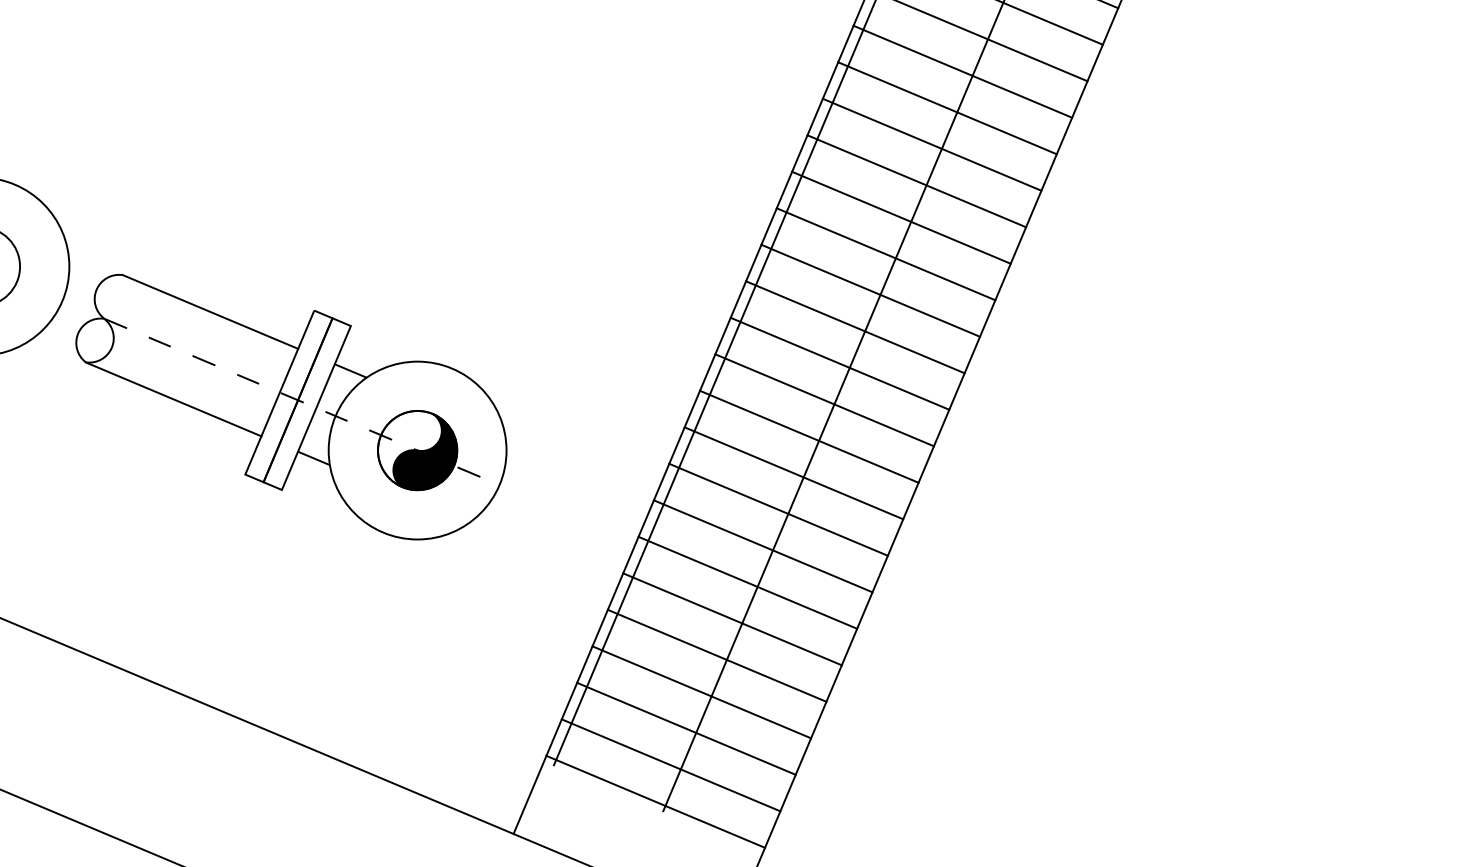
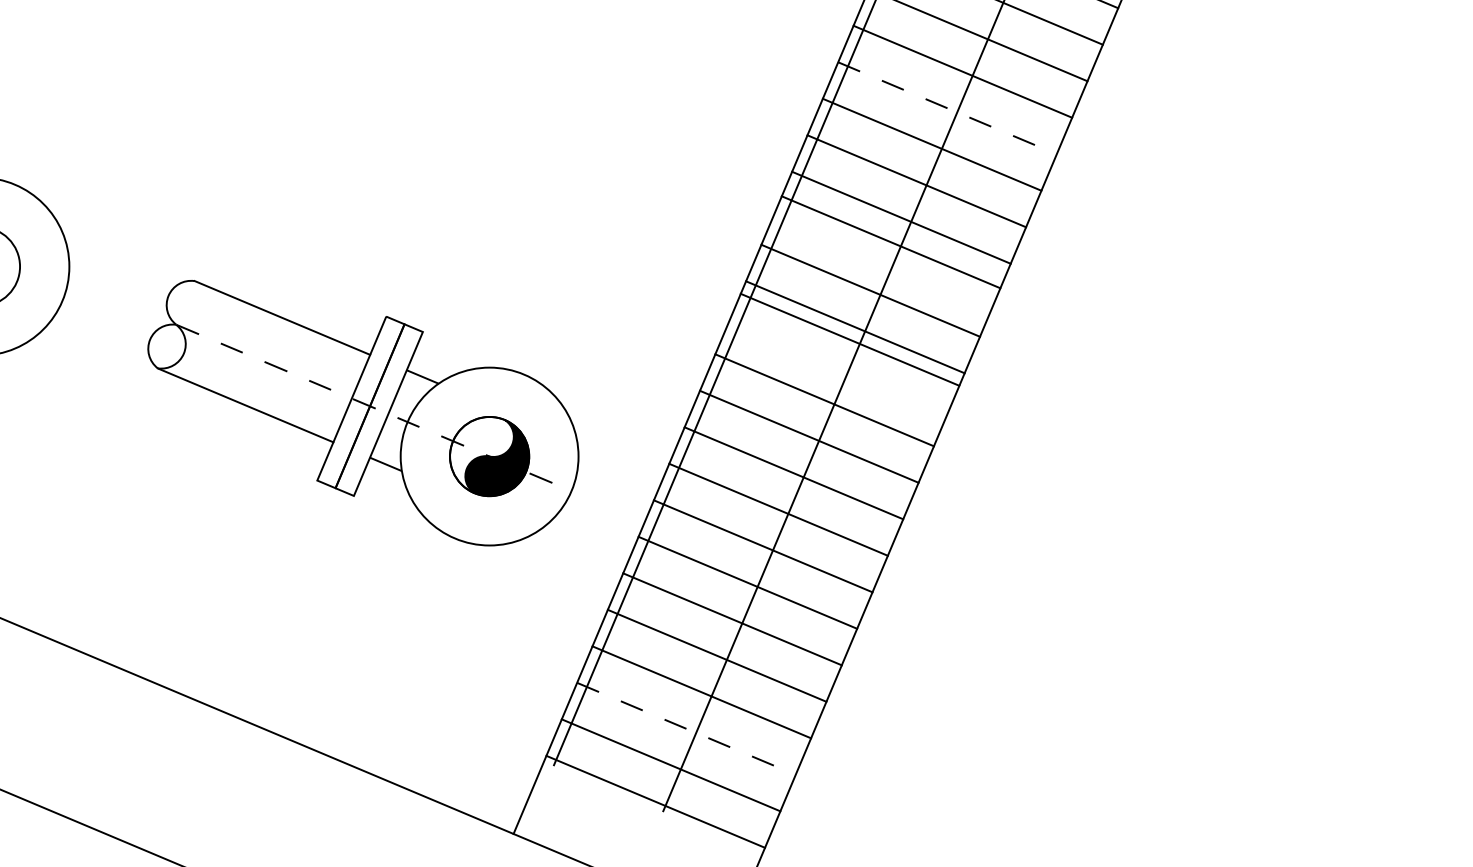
line at (947, 108): solid -> dashed
line at (885, 254) position: (885, 254) -> (890, 242)
line at (839, 363) position: (839, 363) -> (849, 339)
part at (291, 407) position: (291, 407) -> (363, 413)
line at (686, 728): solid -> dashed
